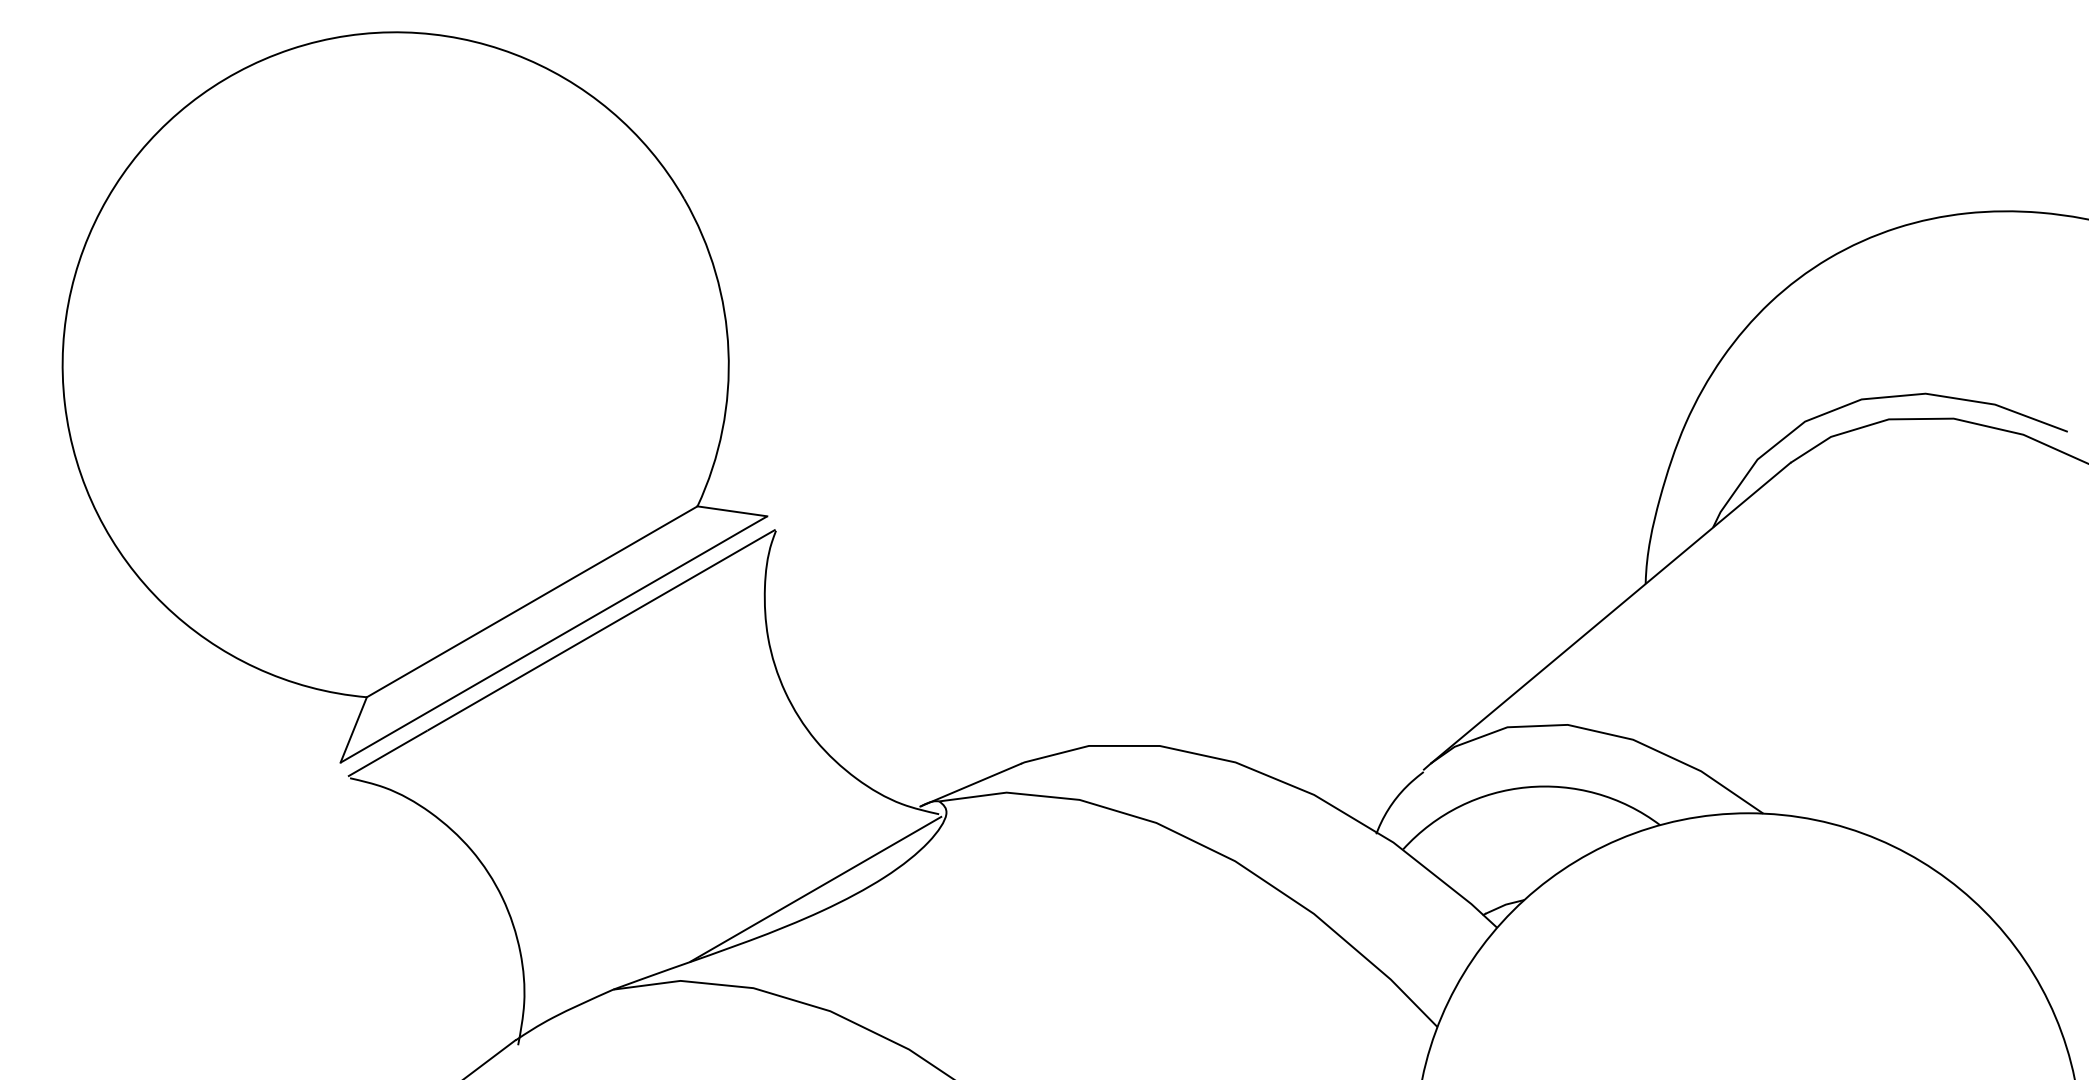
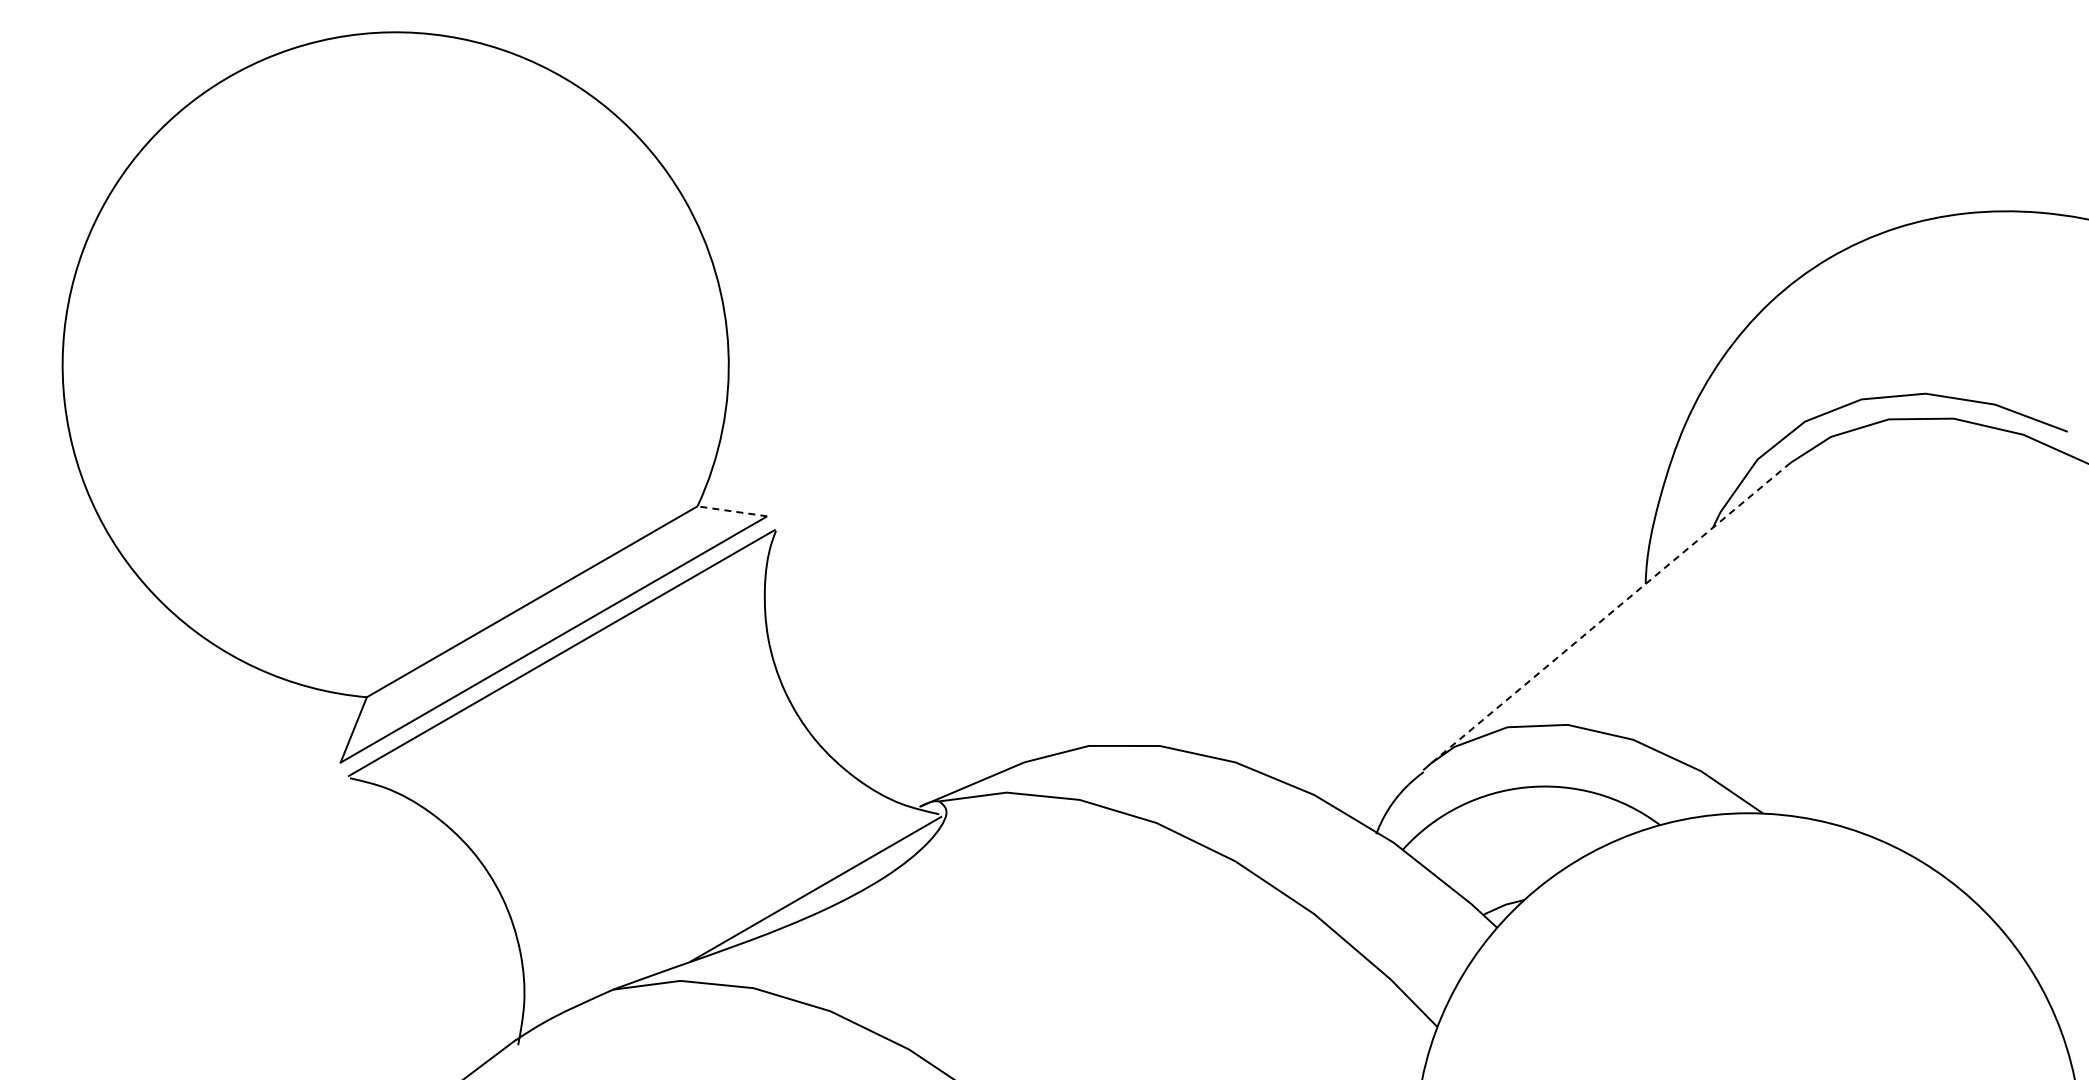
line at (731, 511): solid -> dashed
line at (1610, 613): solid -> dashed
